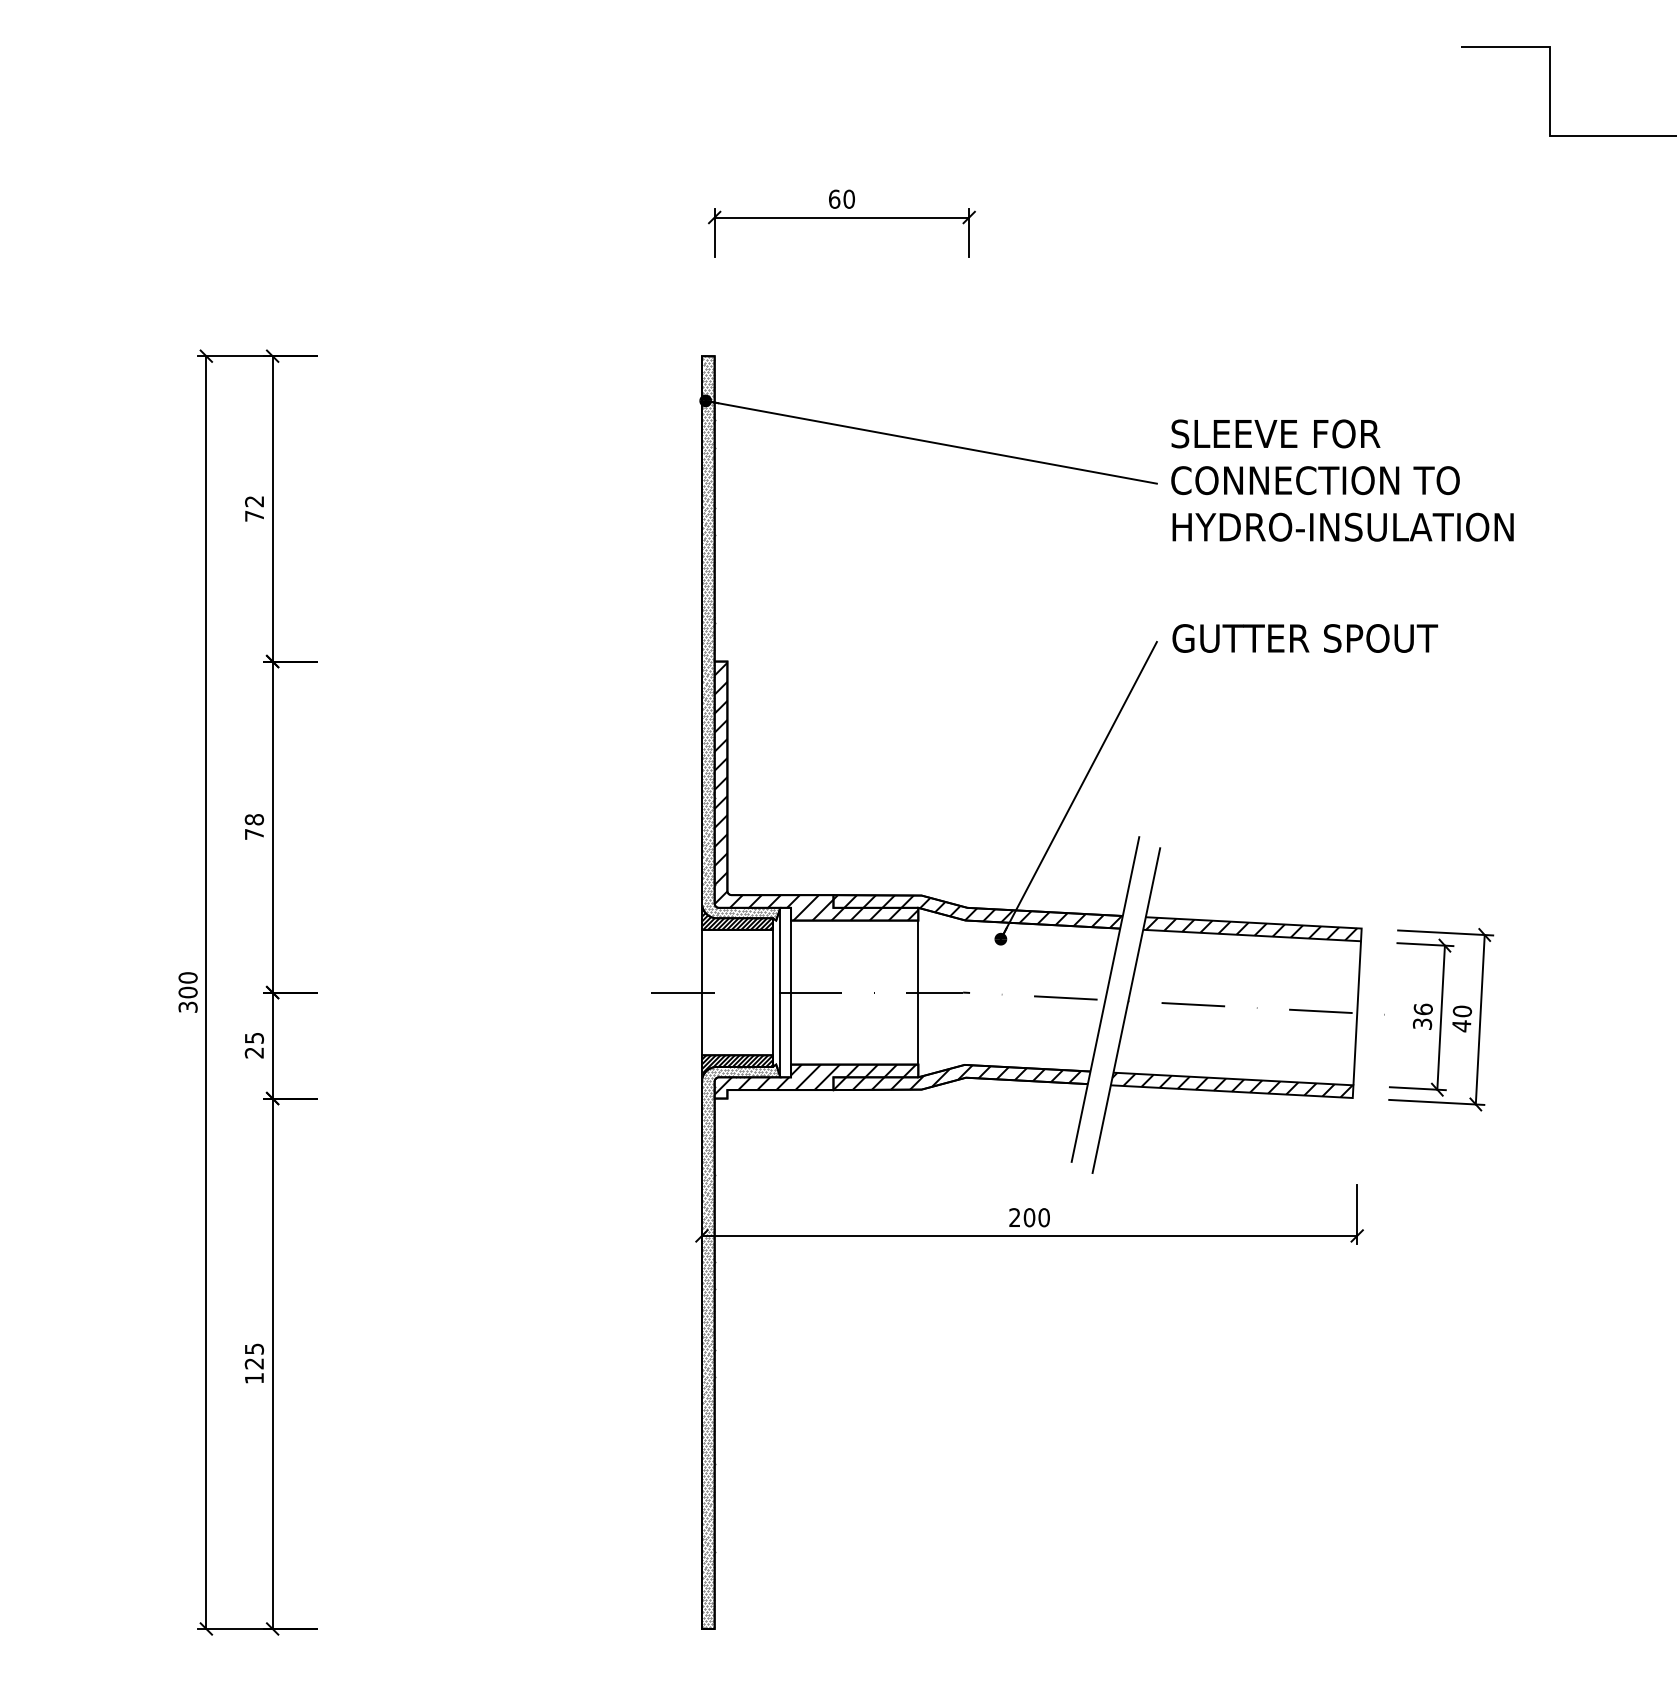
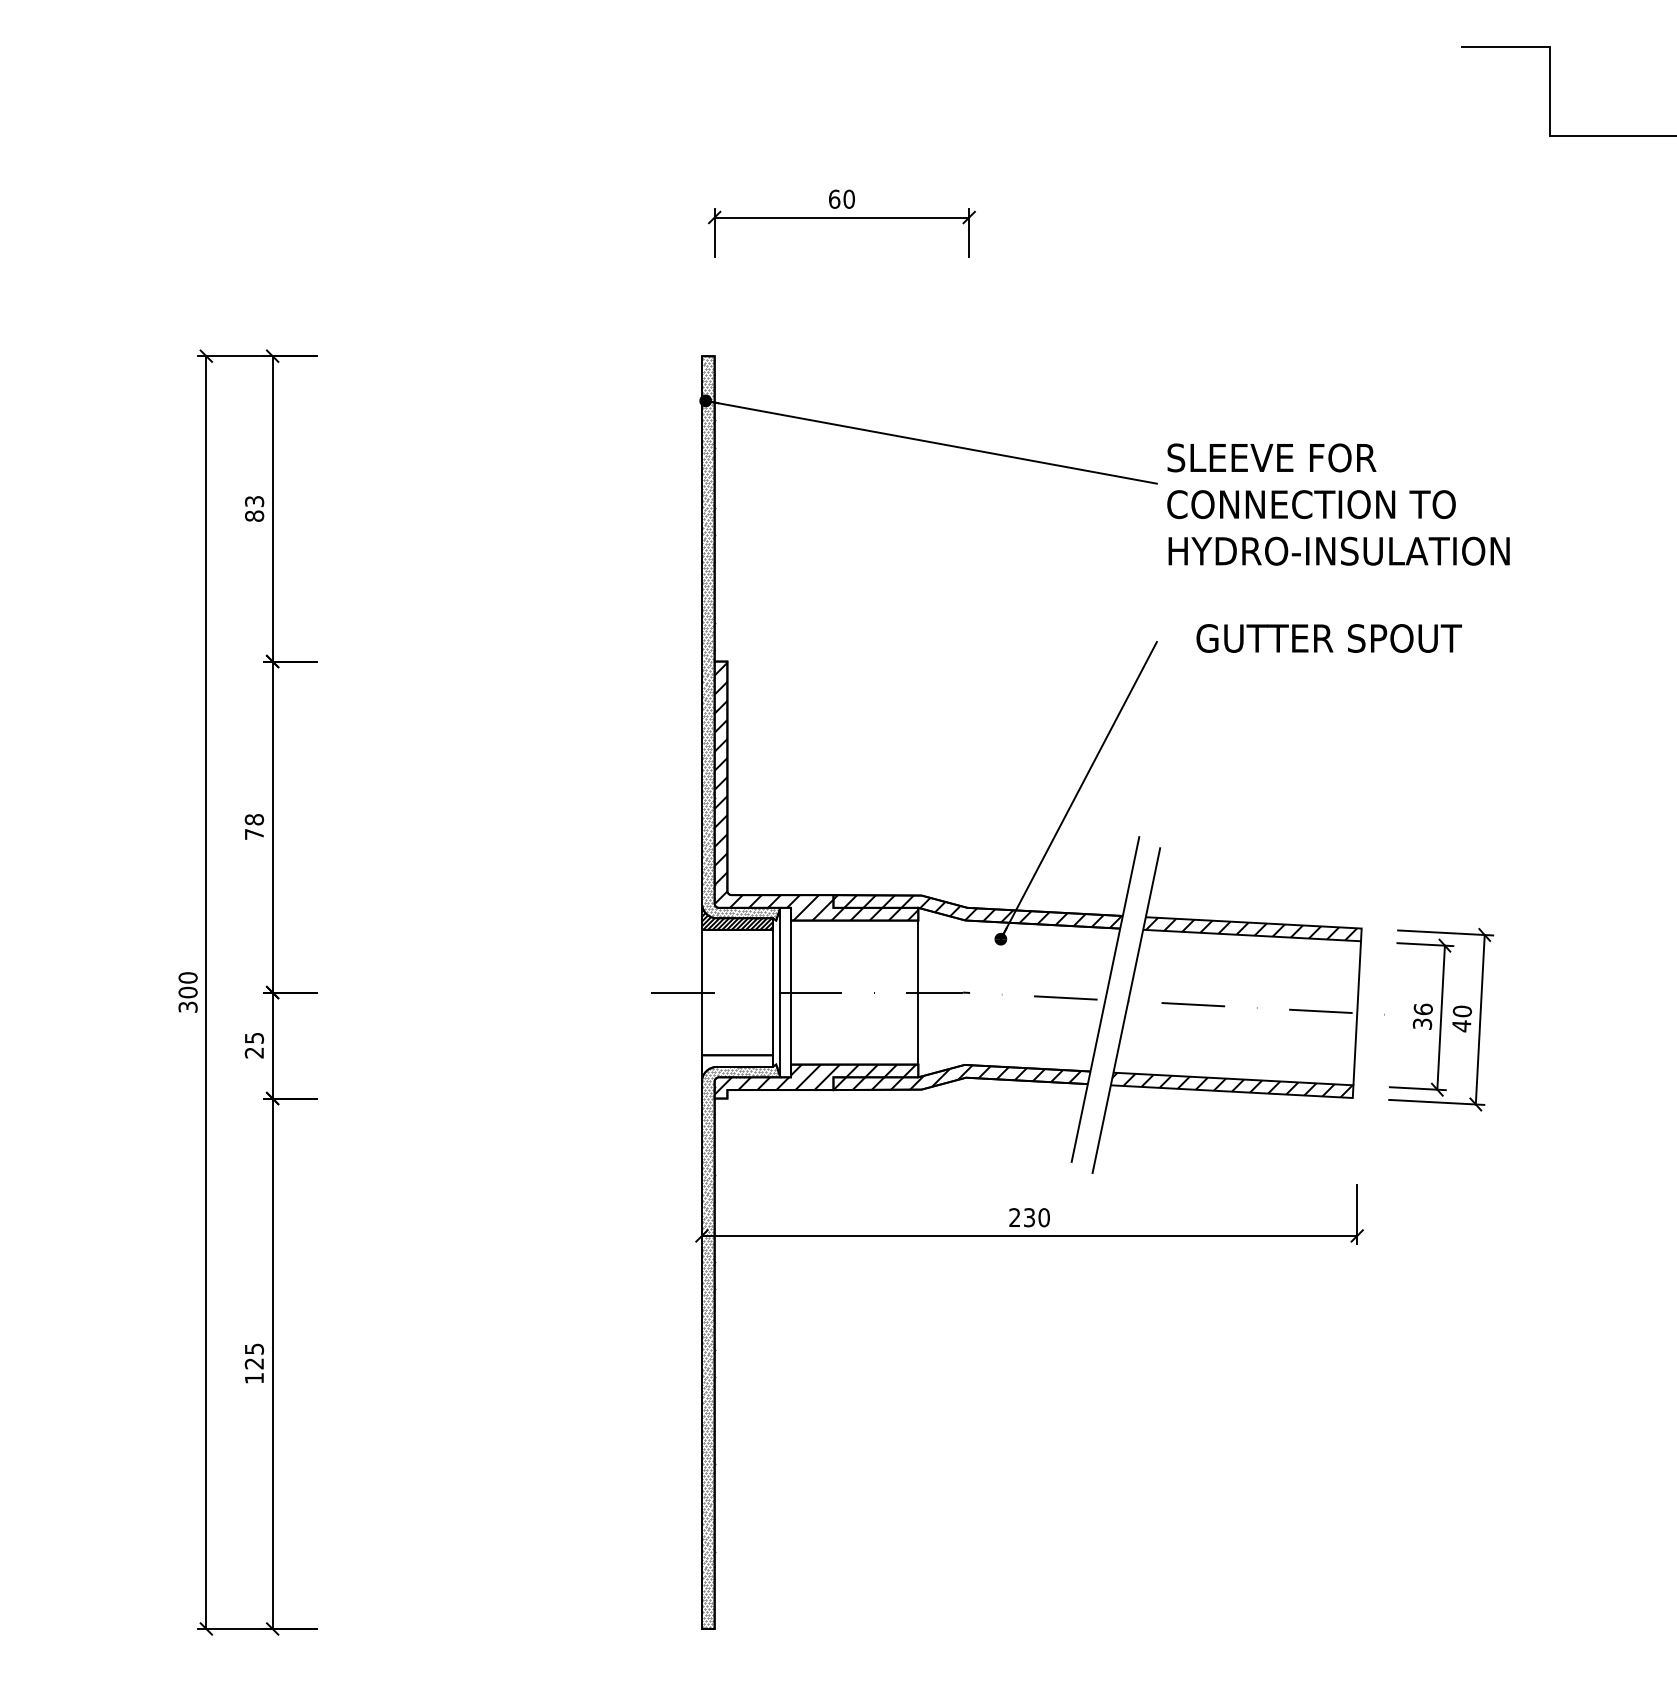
text at (1342, 480) position: (1342, 480) -> (1338, 504)
text at (254, 508): 72 -> 83
text at (1305, 638) position: (1305, 638) -> (1329, 638)
hatch at (736, 1066): present -> none
text at (1029, 1217): 200 -> 230
